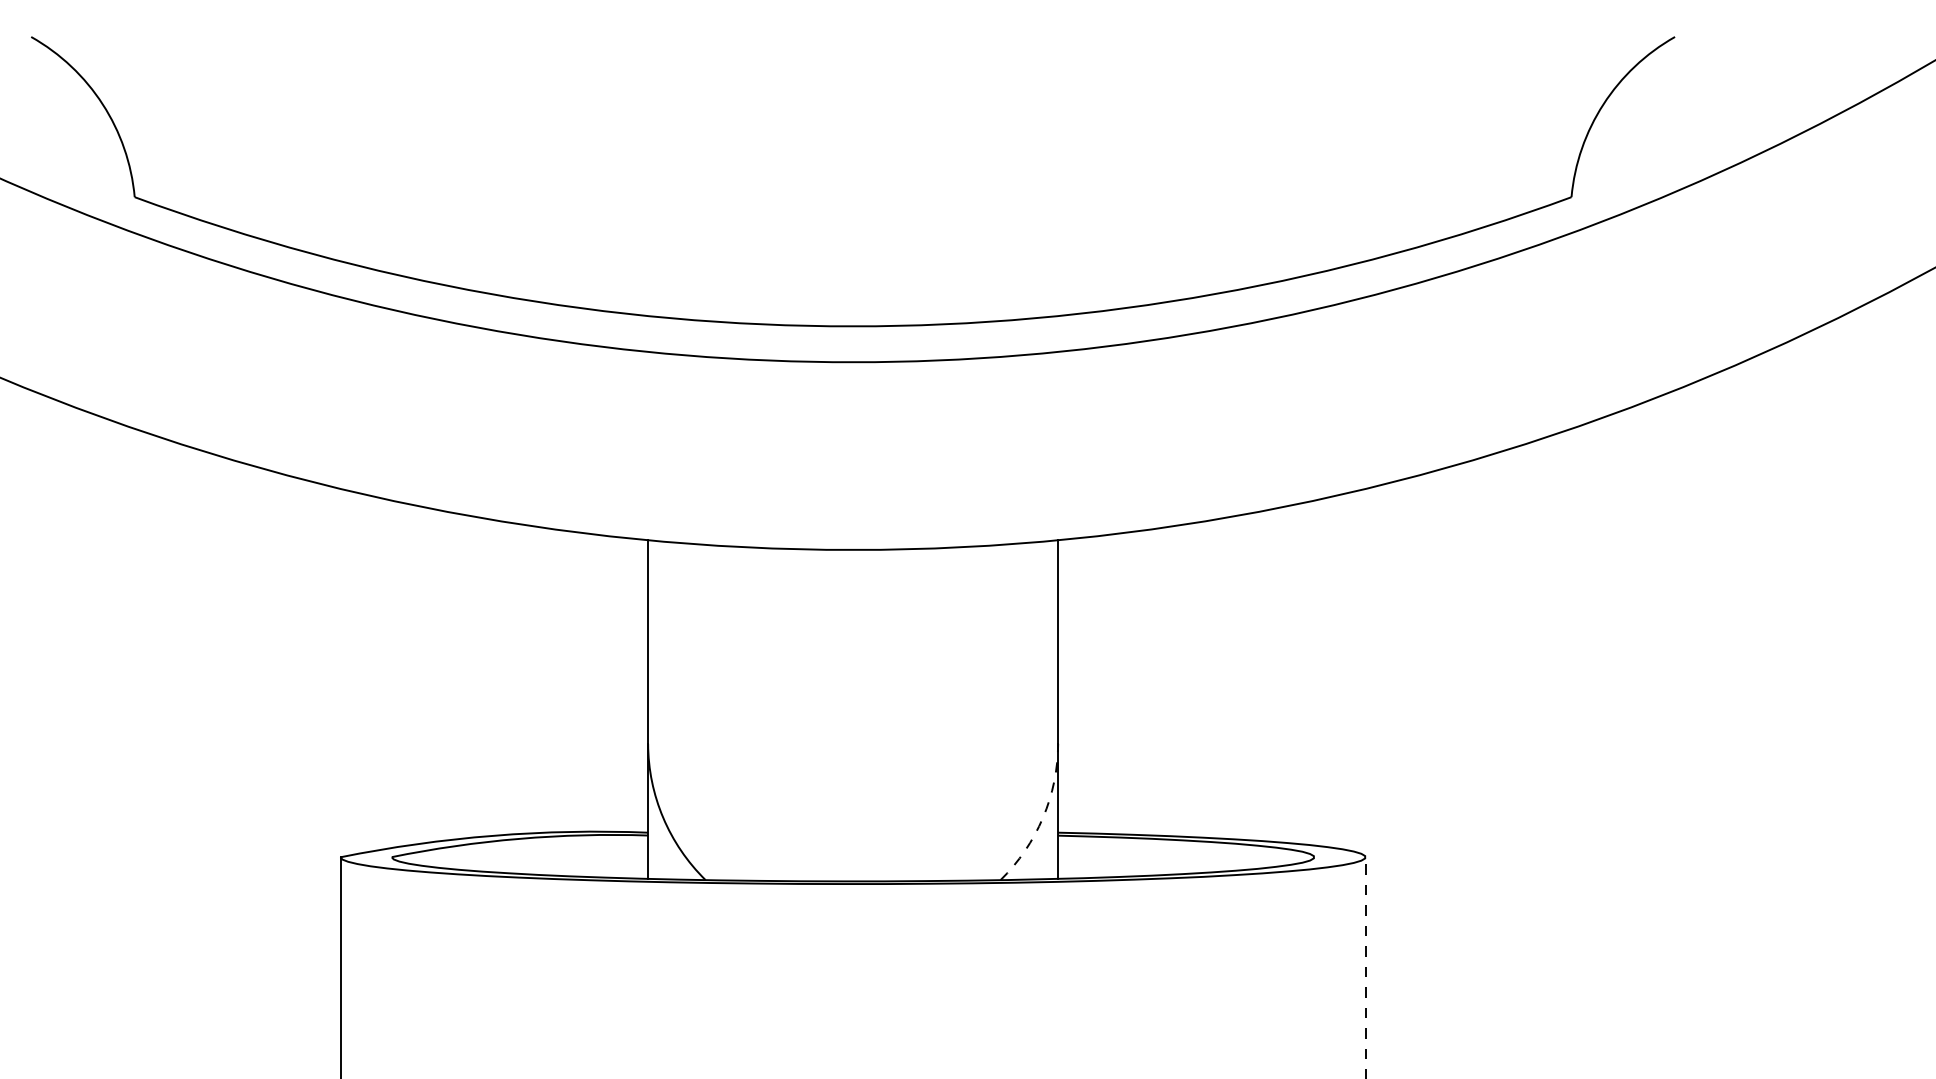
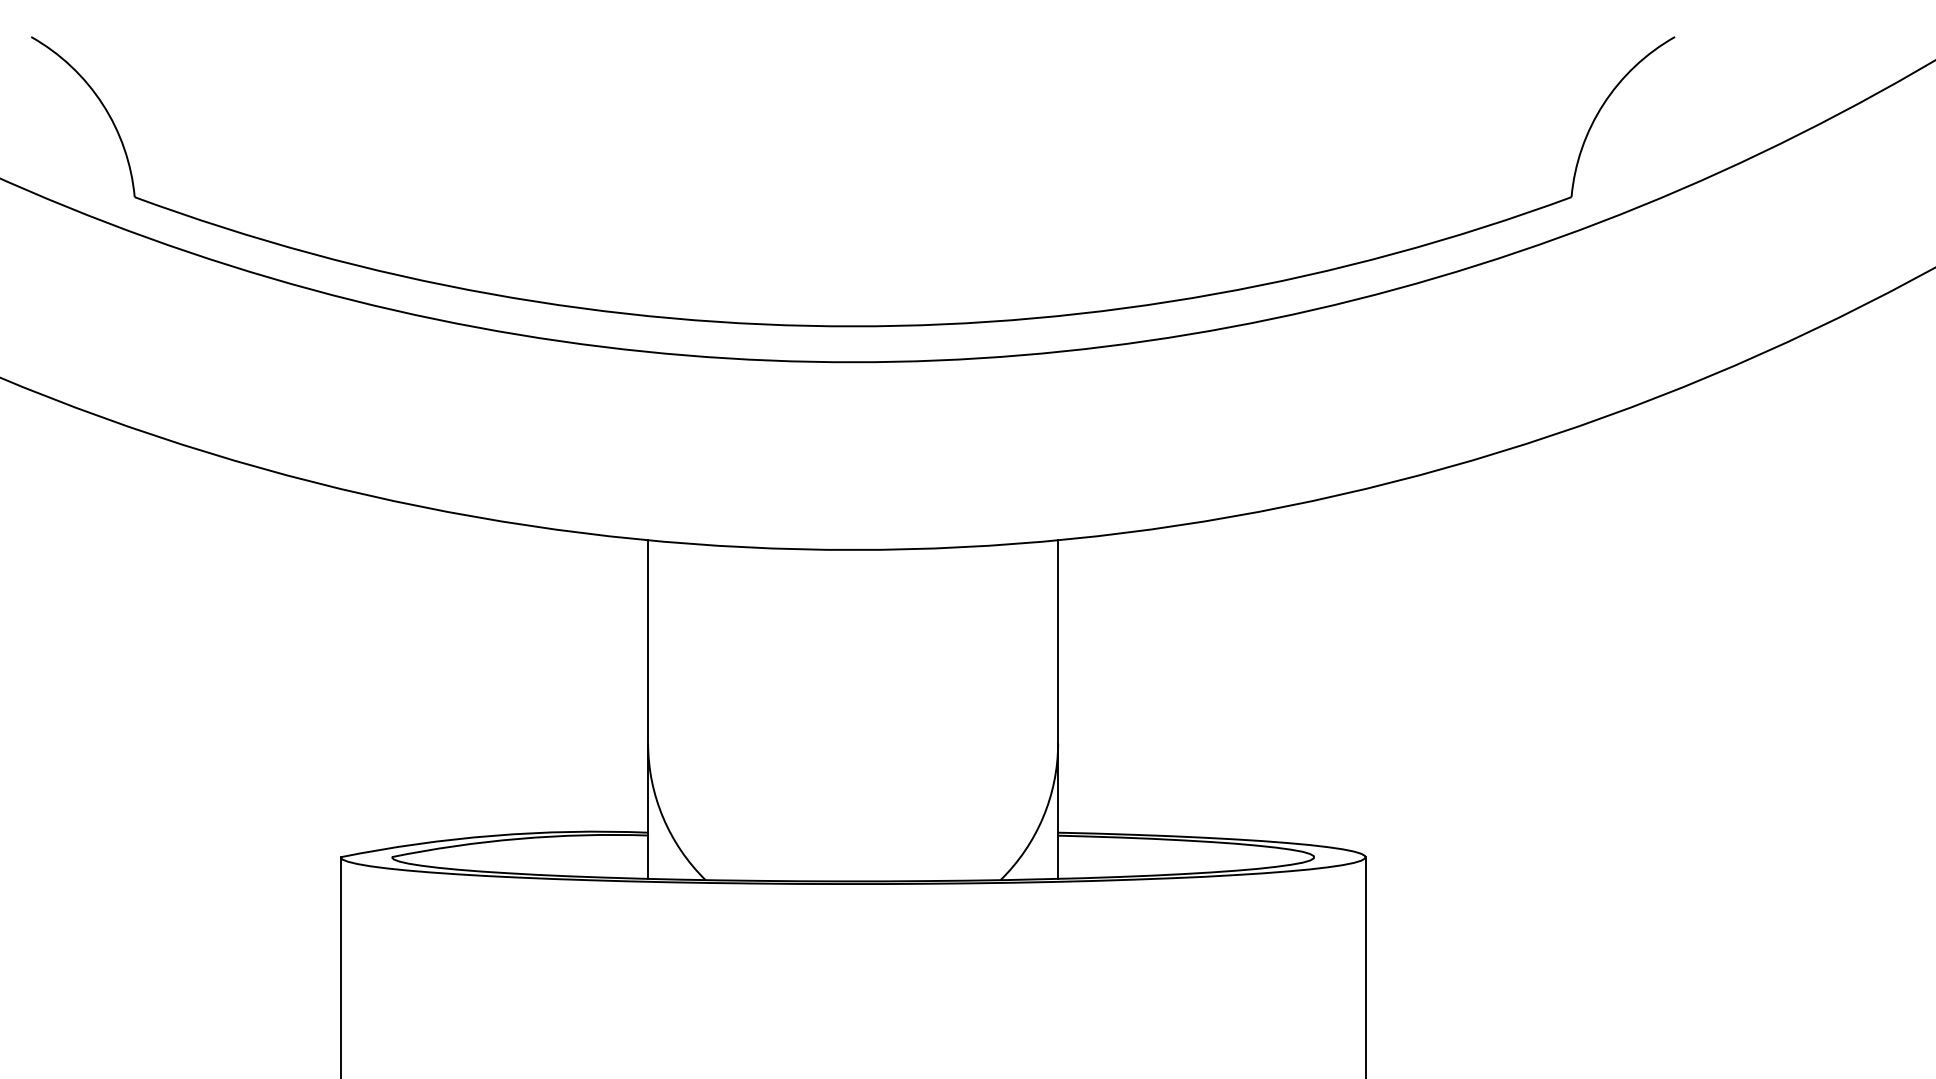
arc at (1043, 817): dashed -> solid
line at (1365, 967): dashed -> solid
